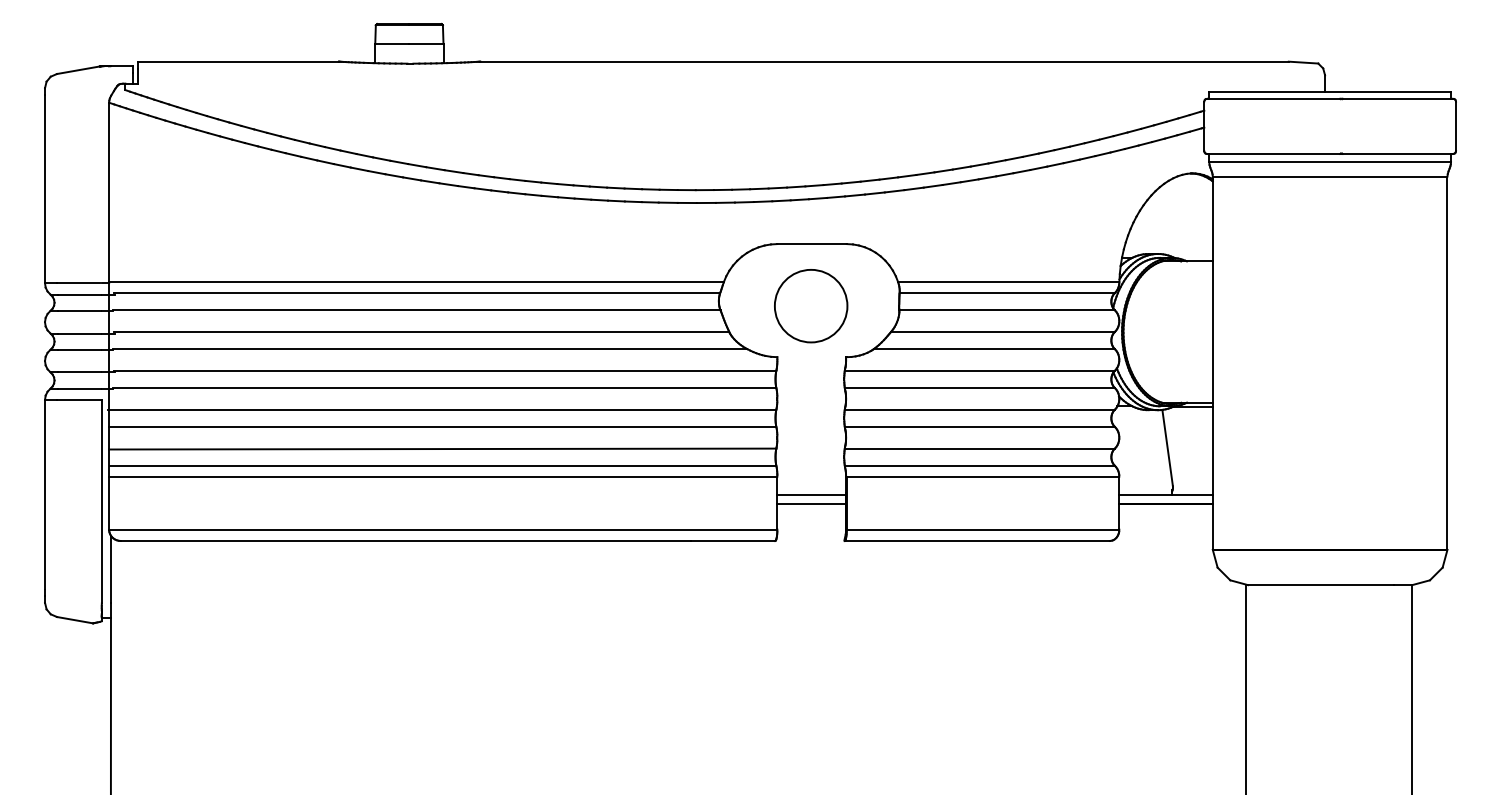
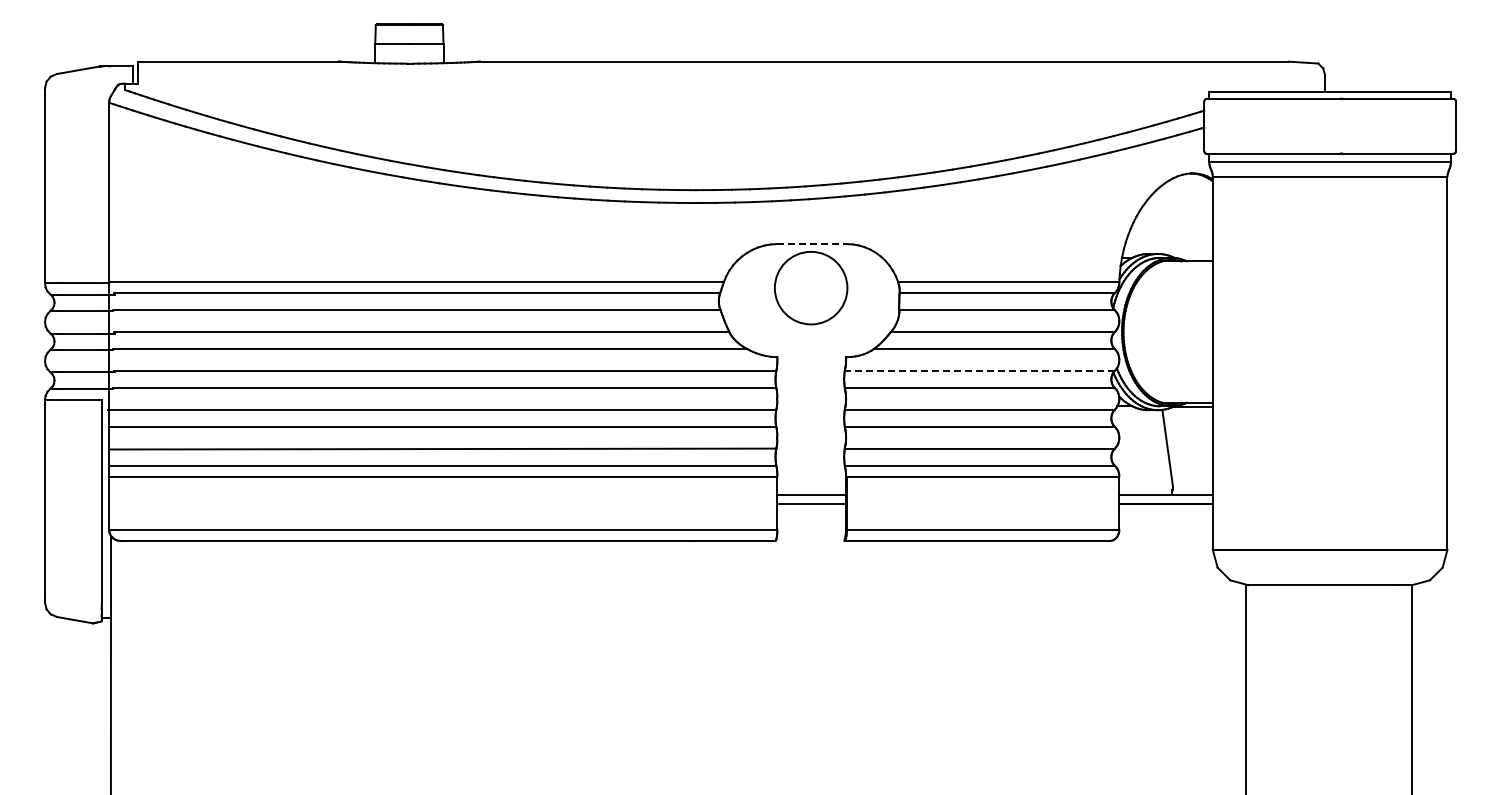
line at (812, 244): solid -> dashed
circle at (811, 306) position: (811, 306) -> (811, 288)
line at (980, 370): solid -> dashed
